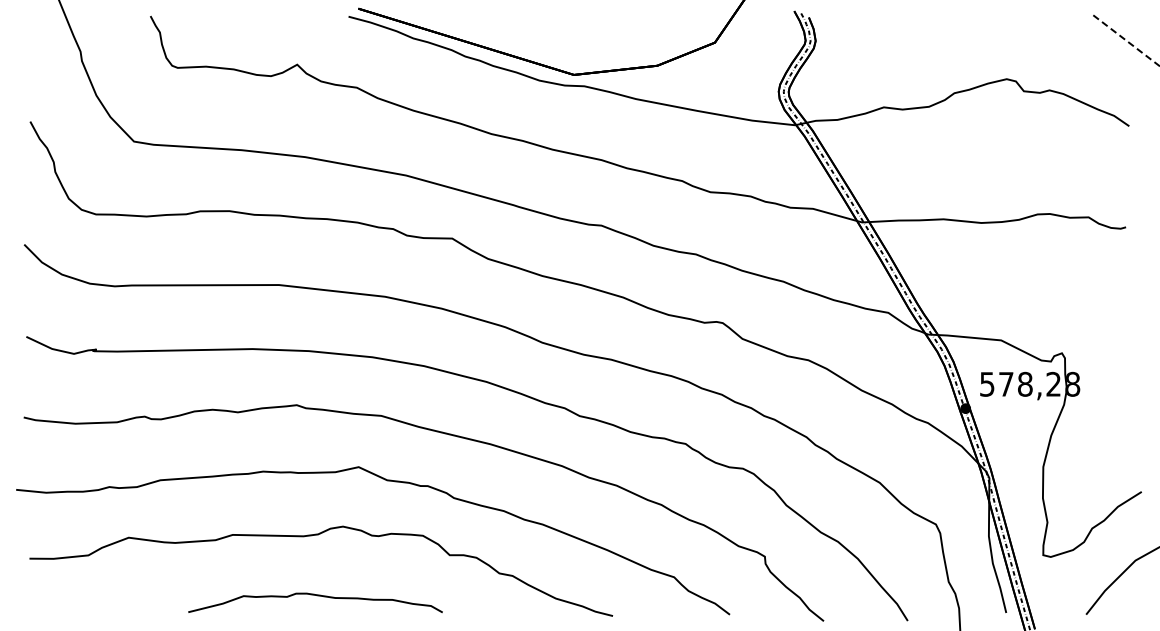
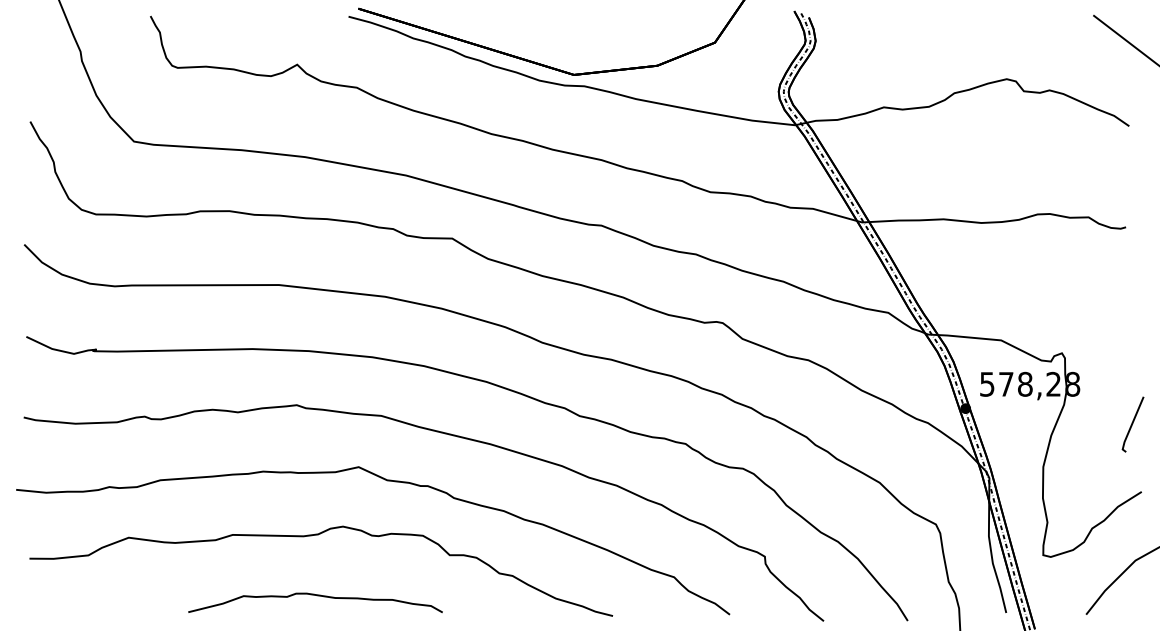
line at (1126, 40): dashed -> solid
line at (1132, 424): none -> present
